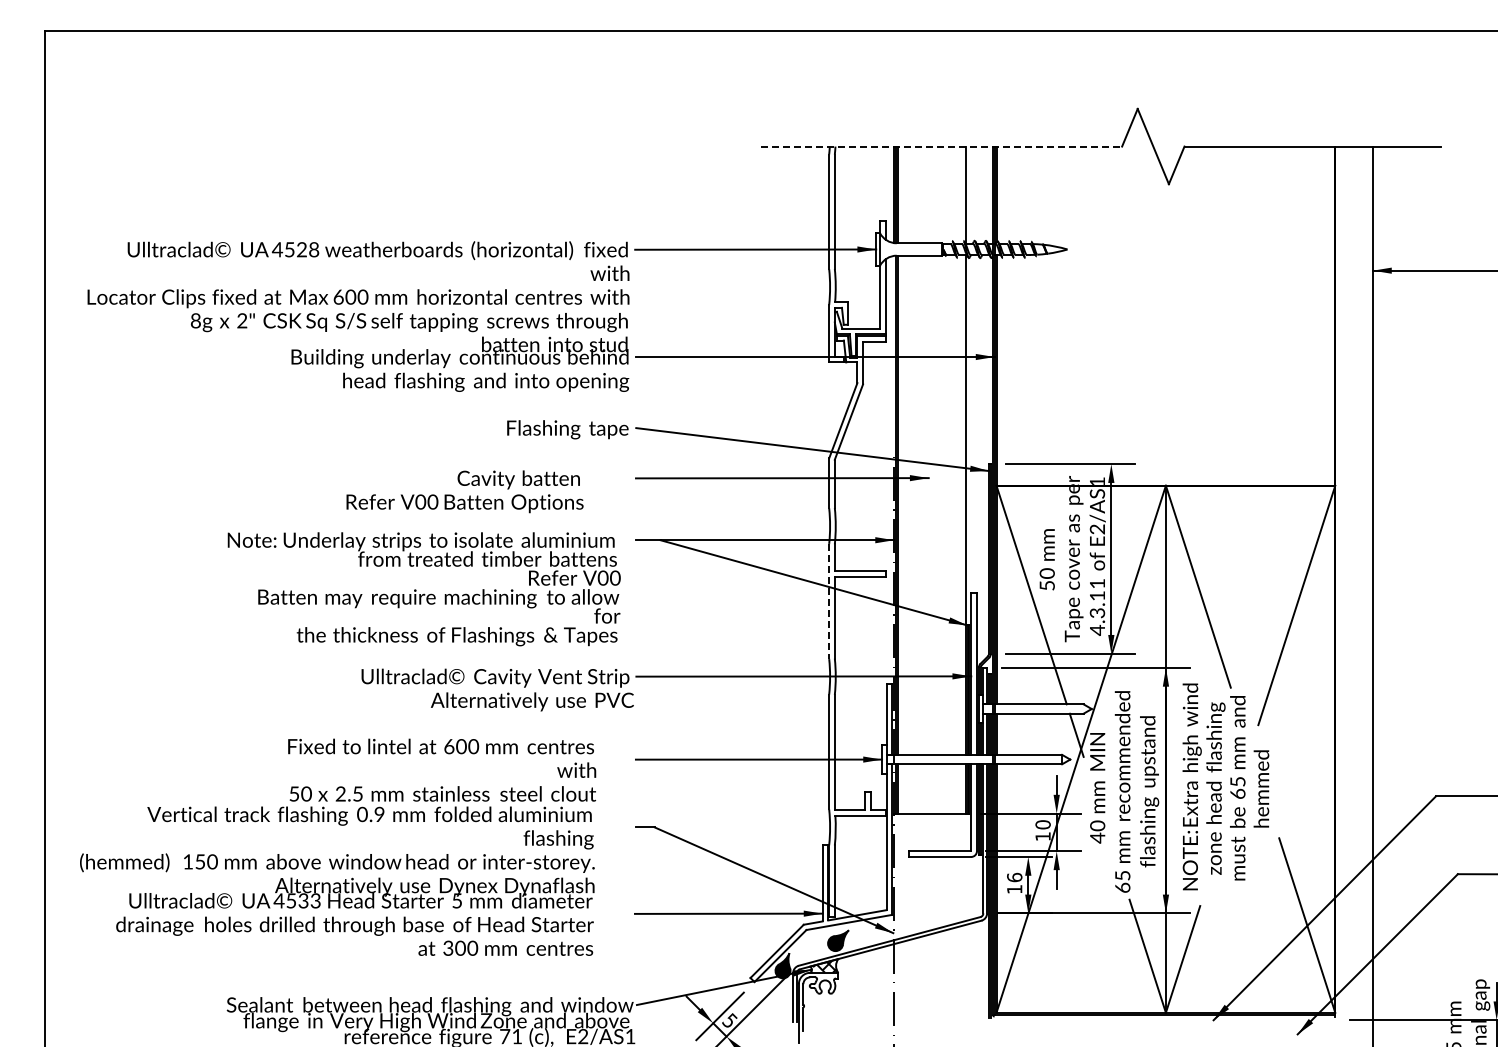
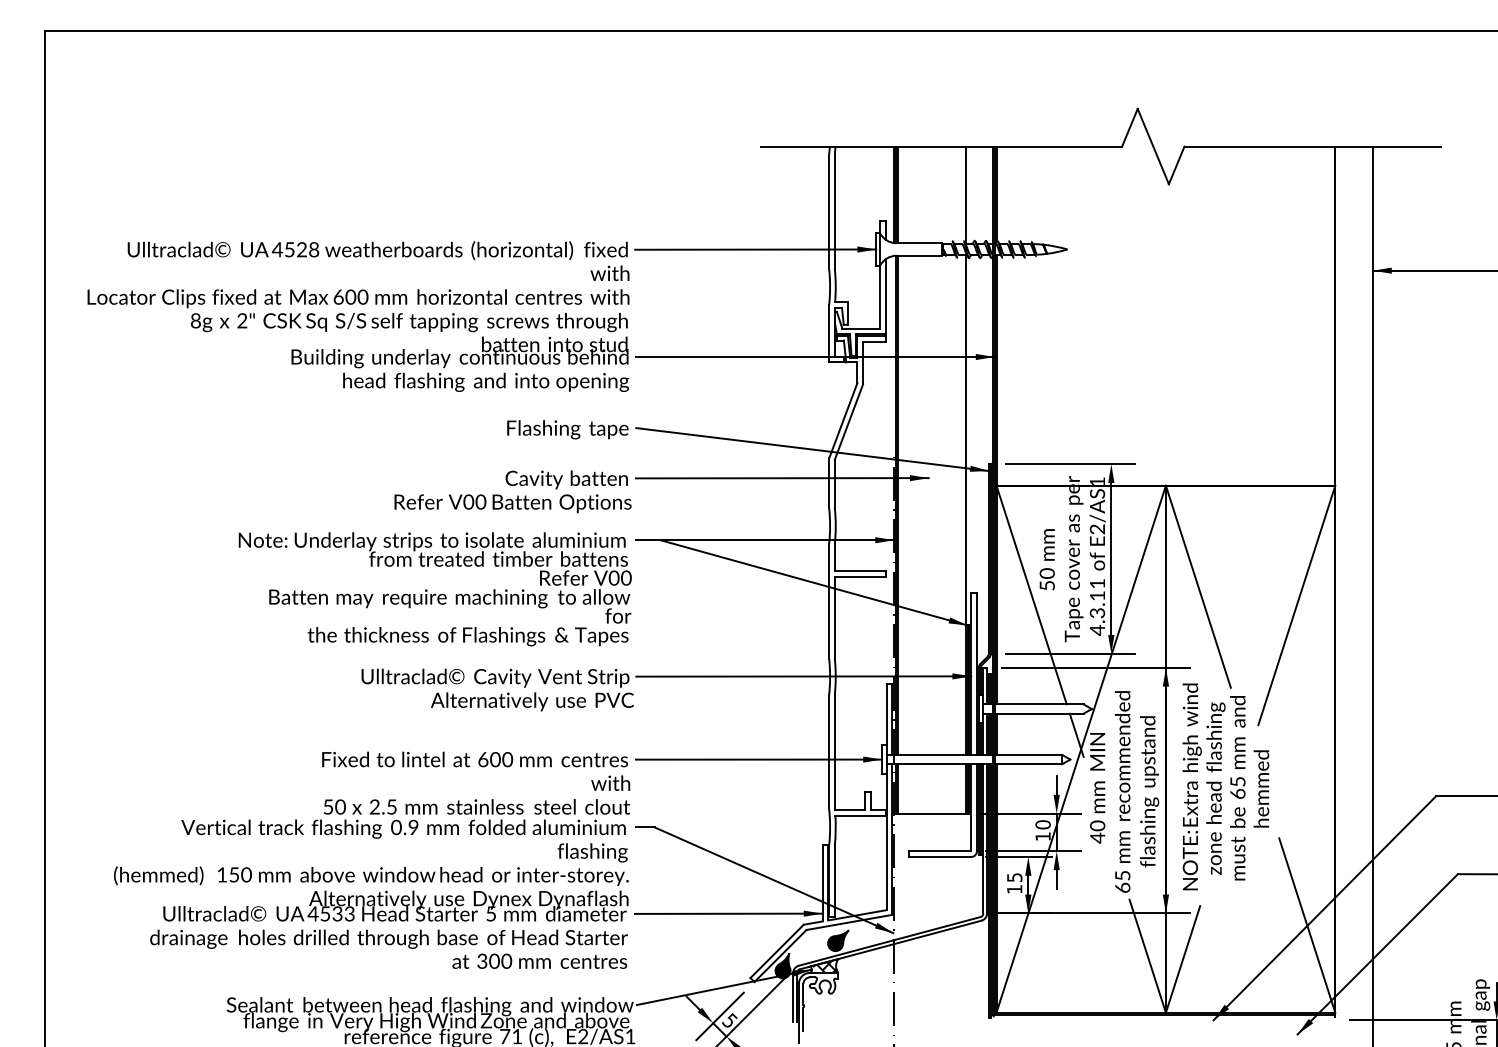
line at (942, 146): dashed -> solid
text at (464, 491) position: (464, 491) -> (512, 491)
text at (423, 589) position: (423, 589) -> (434, 589)
line at (829, 601): dashed -> solid
text at (338, 846) position: (338, 846) -> (372, 859)
text at (1014, 877): 16 -> 15
